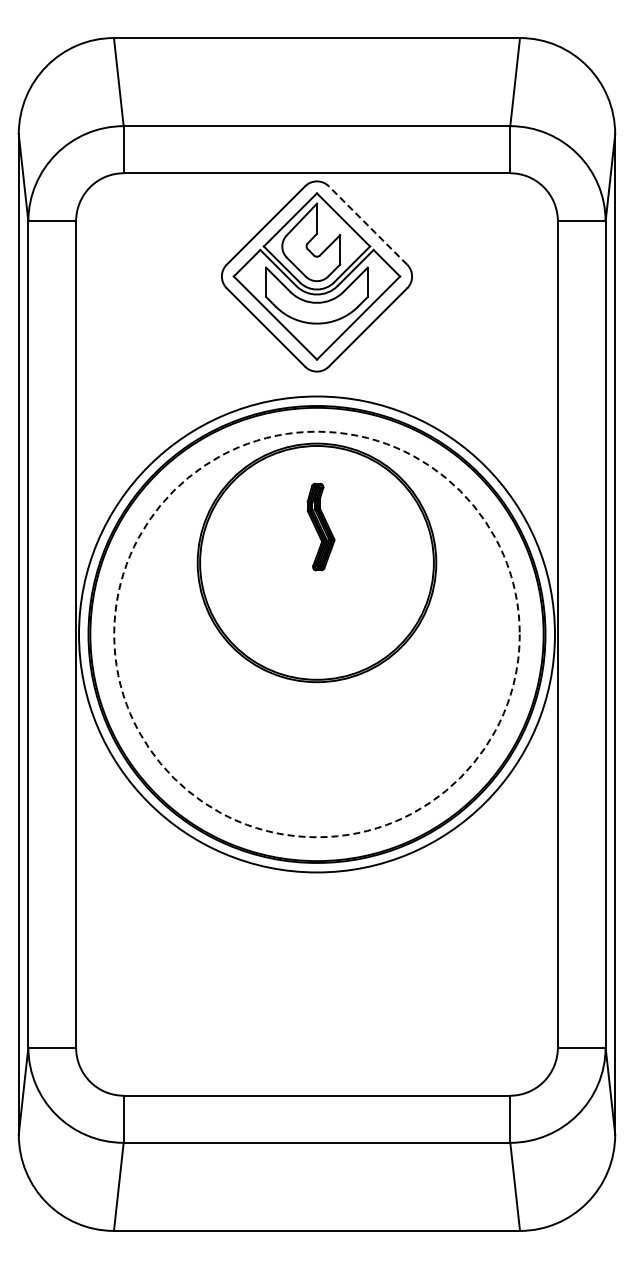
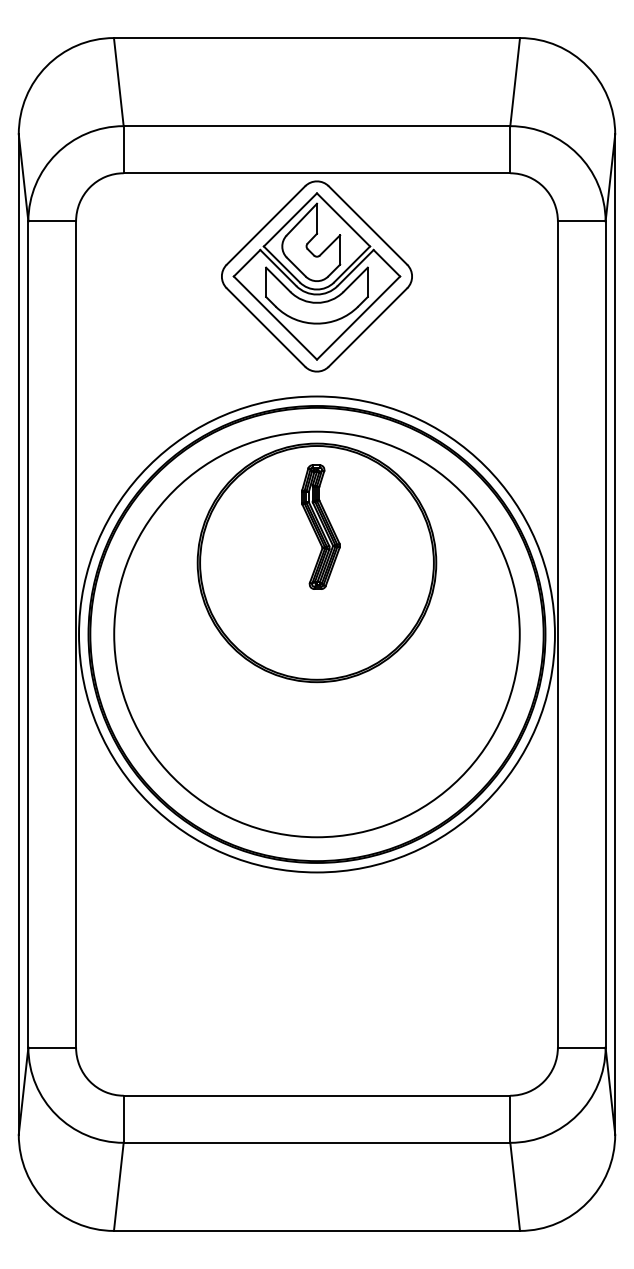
line at (367, 225): dashed -> solid
part at (320, 526) size: 30x90 px -> 40x126 px
circle at (316, 634): dashed -> solid
